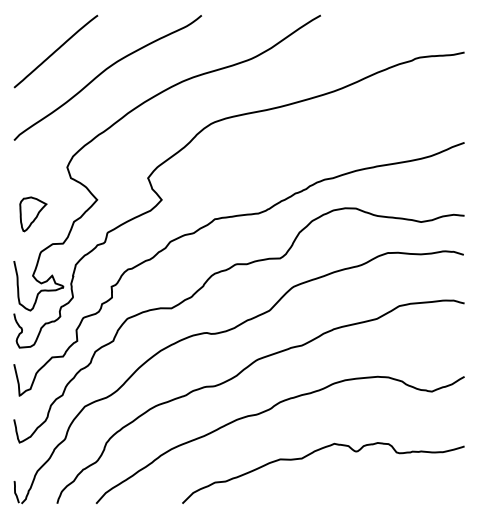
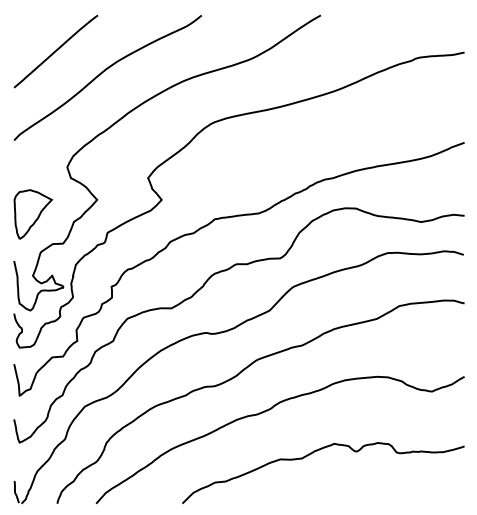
part at (33, 214) size: 29x37 px -> 41x51 px
